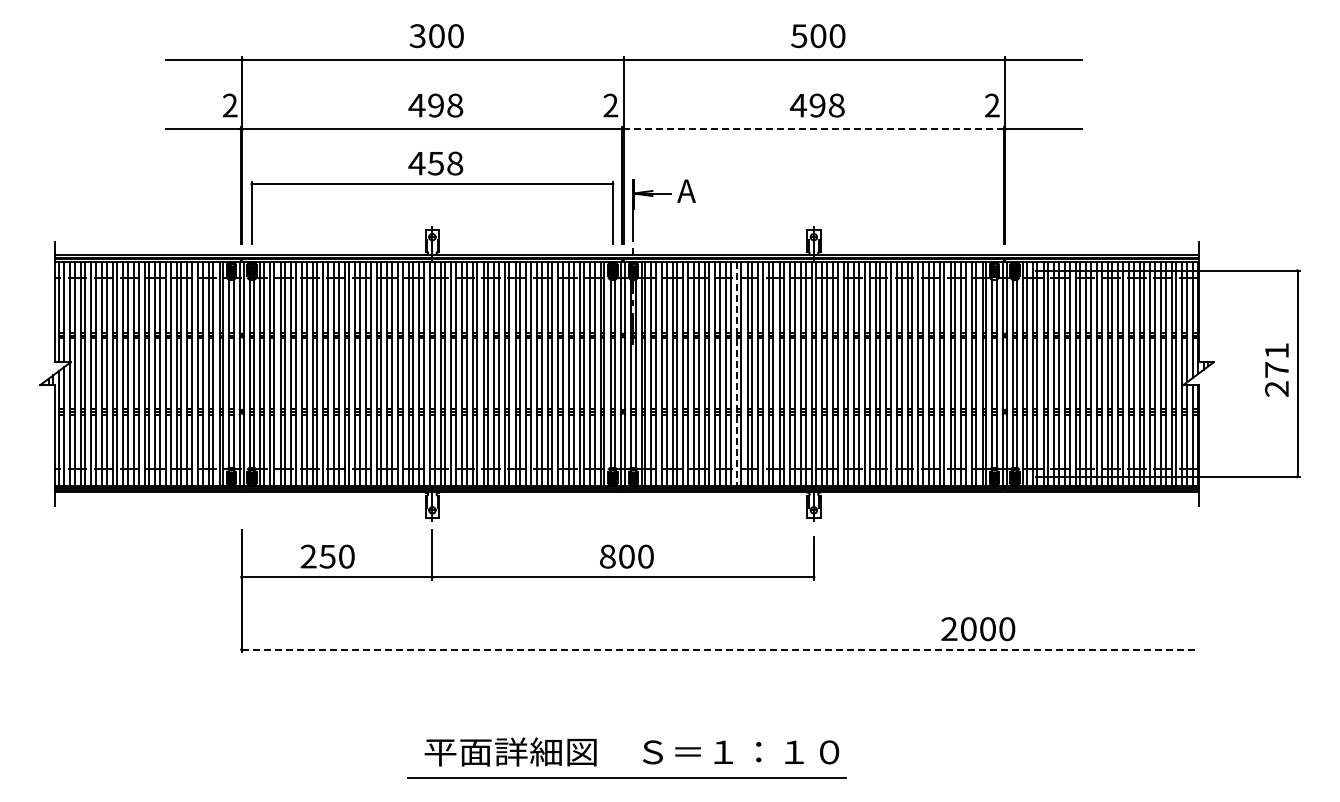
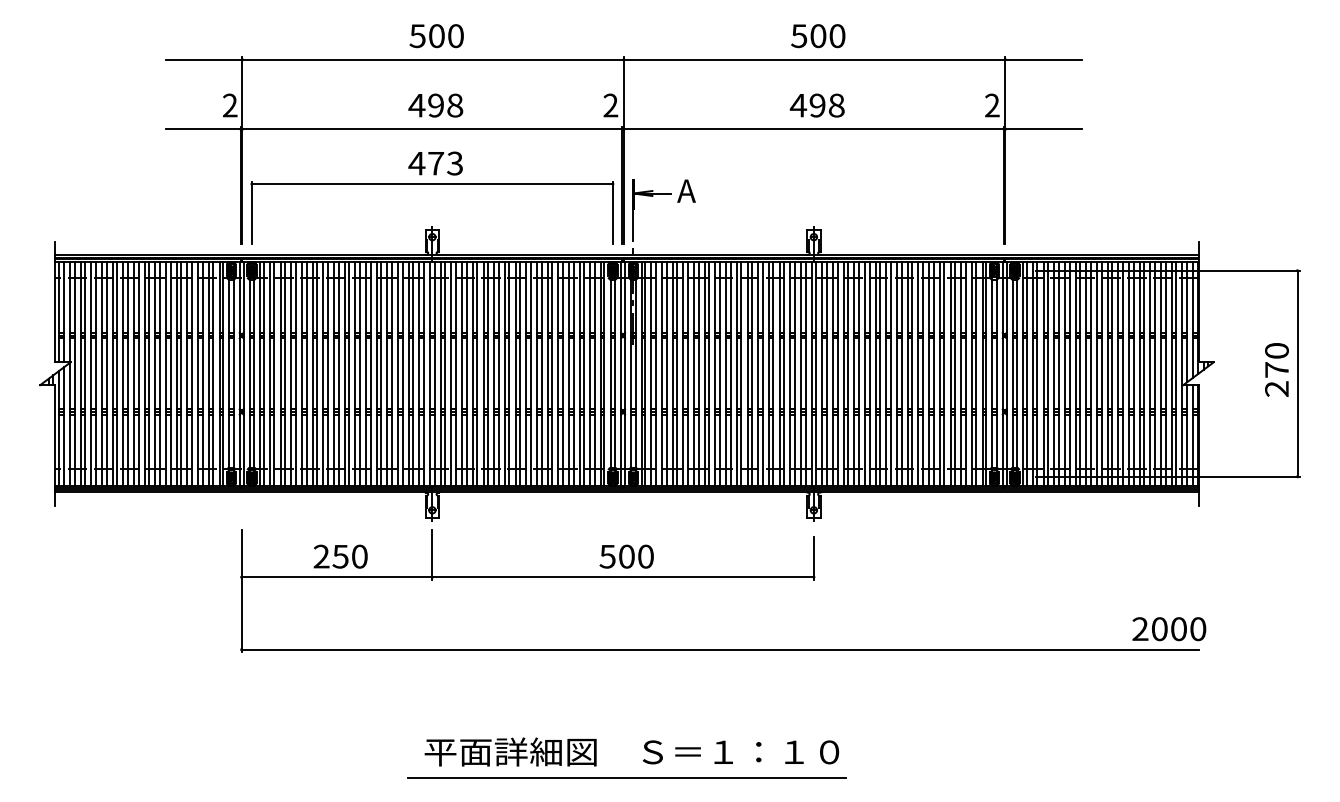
text at (417, 35): 300 -> 500
line at (813, 129): dashed -> solid
text at (445, 163): 458 -> 473
text at (1276, 350): 271 -> 270
line at (736, 374): dashed -> solid
text at (327, 556) position: (327, 556) -> (340, 556)
text at (607, 556): 800 -> 500
text at (978, 629) position: (978, 629) -> (1169, 629)
line at (720, 649): dashed -> solid
